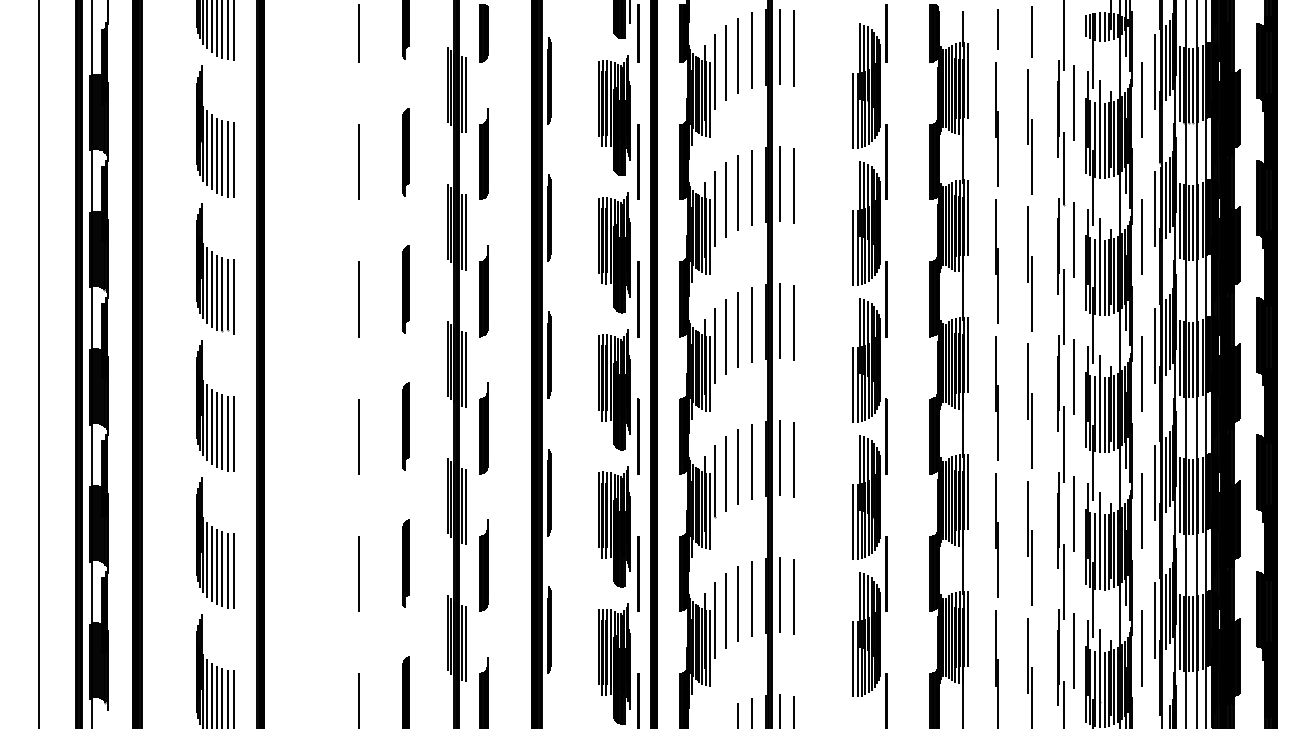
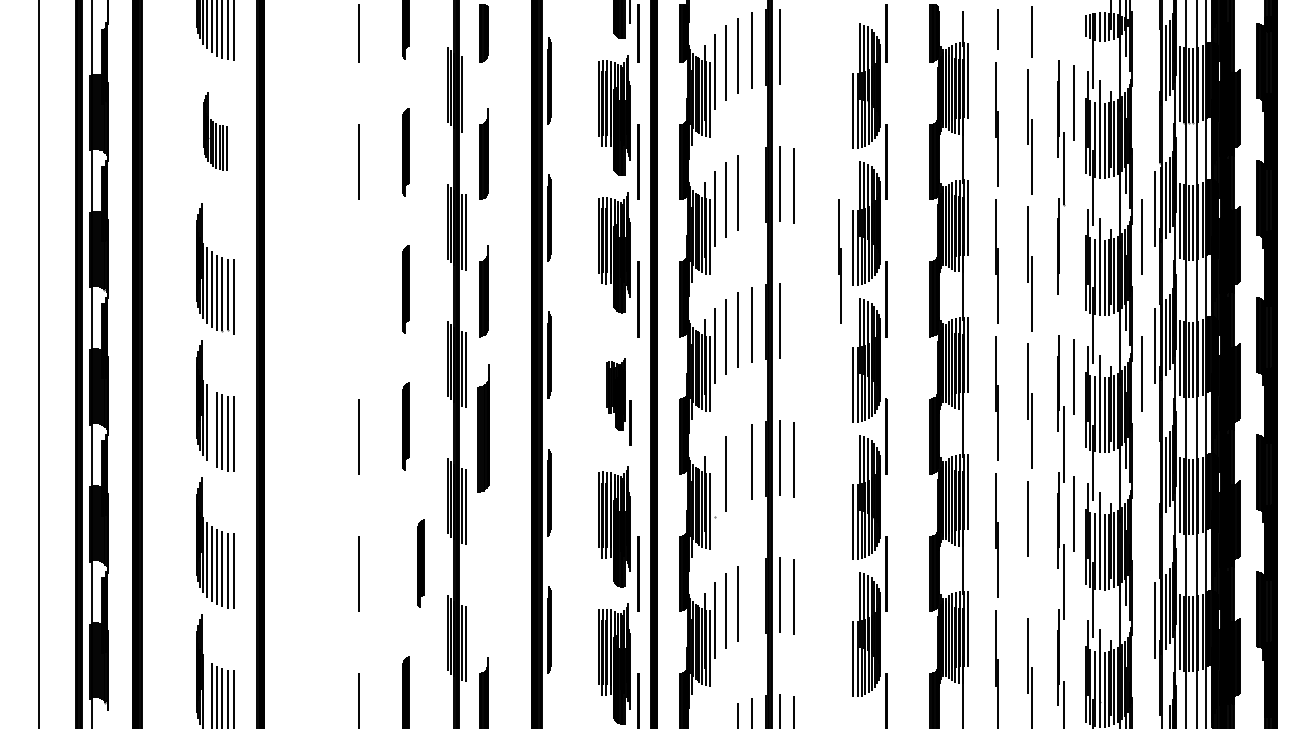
line at (1063, 36): present -> none
line at (794, 48): present -> none
line at (1155, 71): present -> none
line at (466, 95): present -> none
line at (1142, 99): present -> none
part at (215, 131) size: 39x133 px -> 25x79 px
line at (751, 187): present -> none
line at (1074, 239): present -> none
part at (839, 261): none -> present
line at (358, 299): present -> none
line at (1063, 307): present -> none
line at (793, 322): present -> none
part at (618, 401) size: 42x146 px -> 26x88 px
line at (211, 426): present -> none
part at (483, 428) size: 10x93 px -> 13x129 px
line at (737, 466): present -> none
line at (714, 481): present -> none
line at (1155, 483): present -> none
line at (1142, 511): present -> none
part at (405, 563) position: (405, 563) -> (420, 563)
part at (483, 565): present -> none
line at (1031, 568): present -> none
line at (751, 598): present -> none
line at (1142, 648): present -> none
line at (1074, 651): present -> none
line at (207, 691): present -> none
